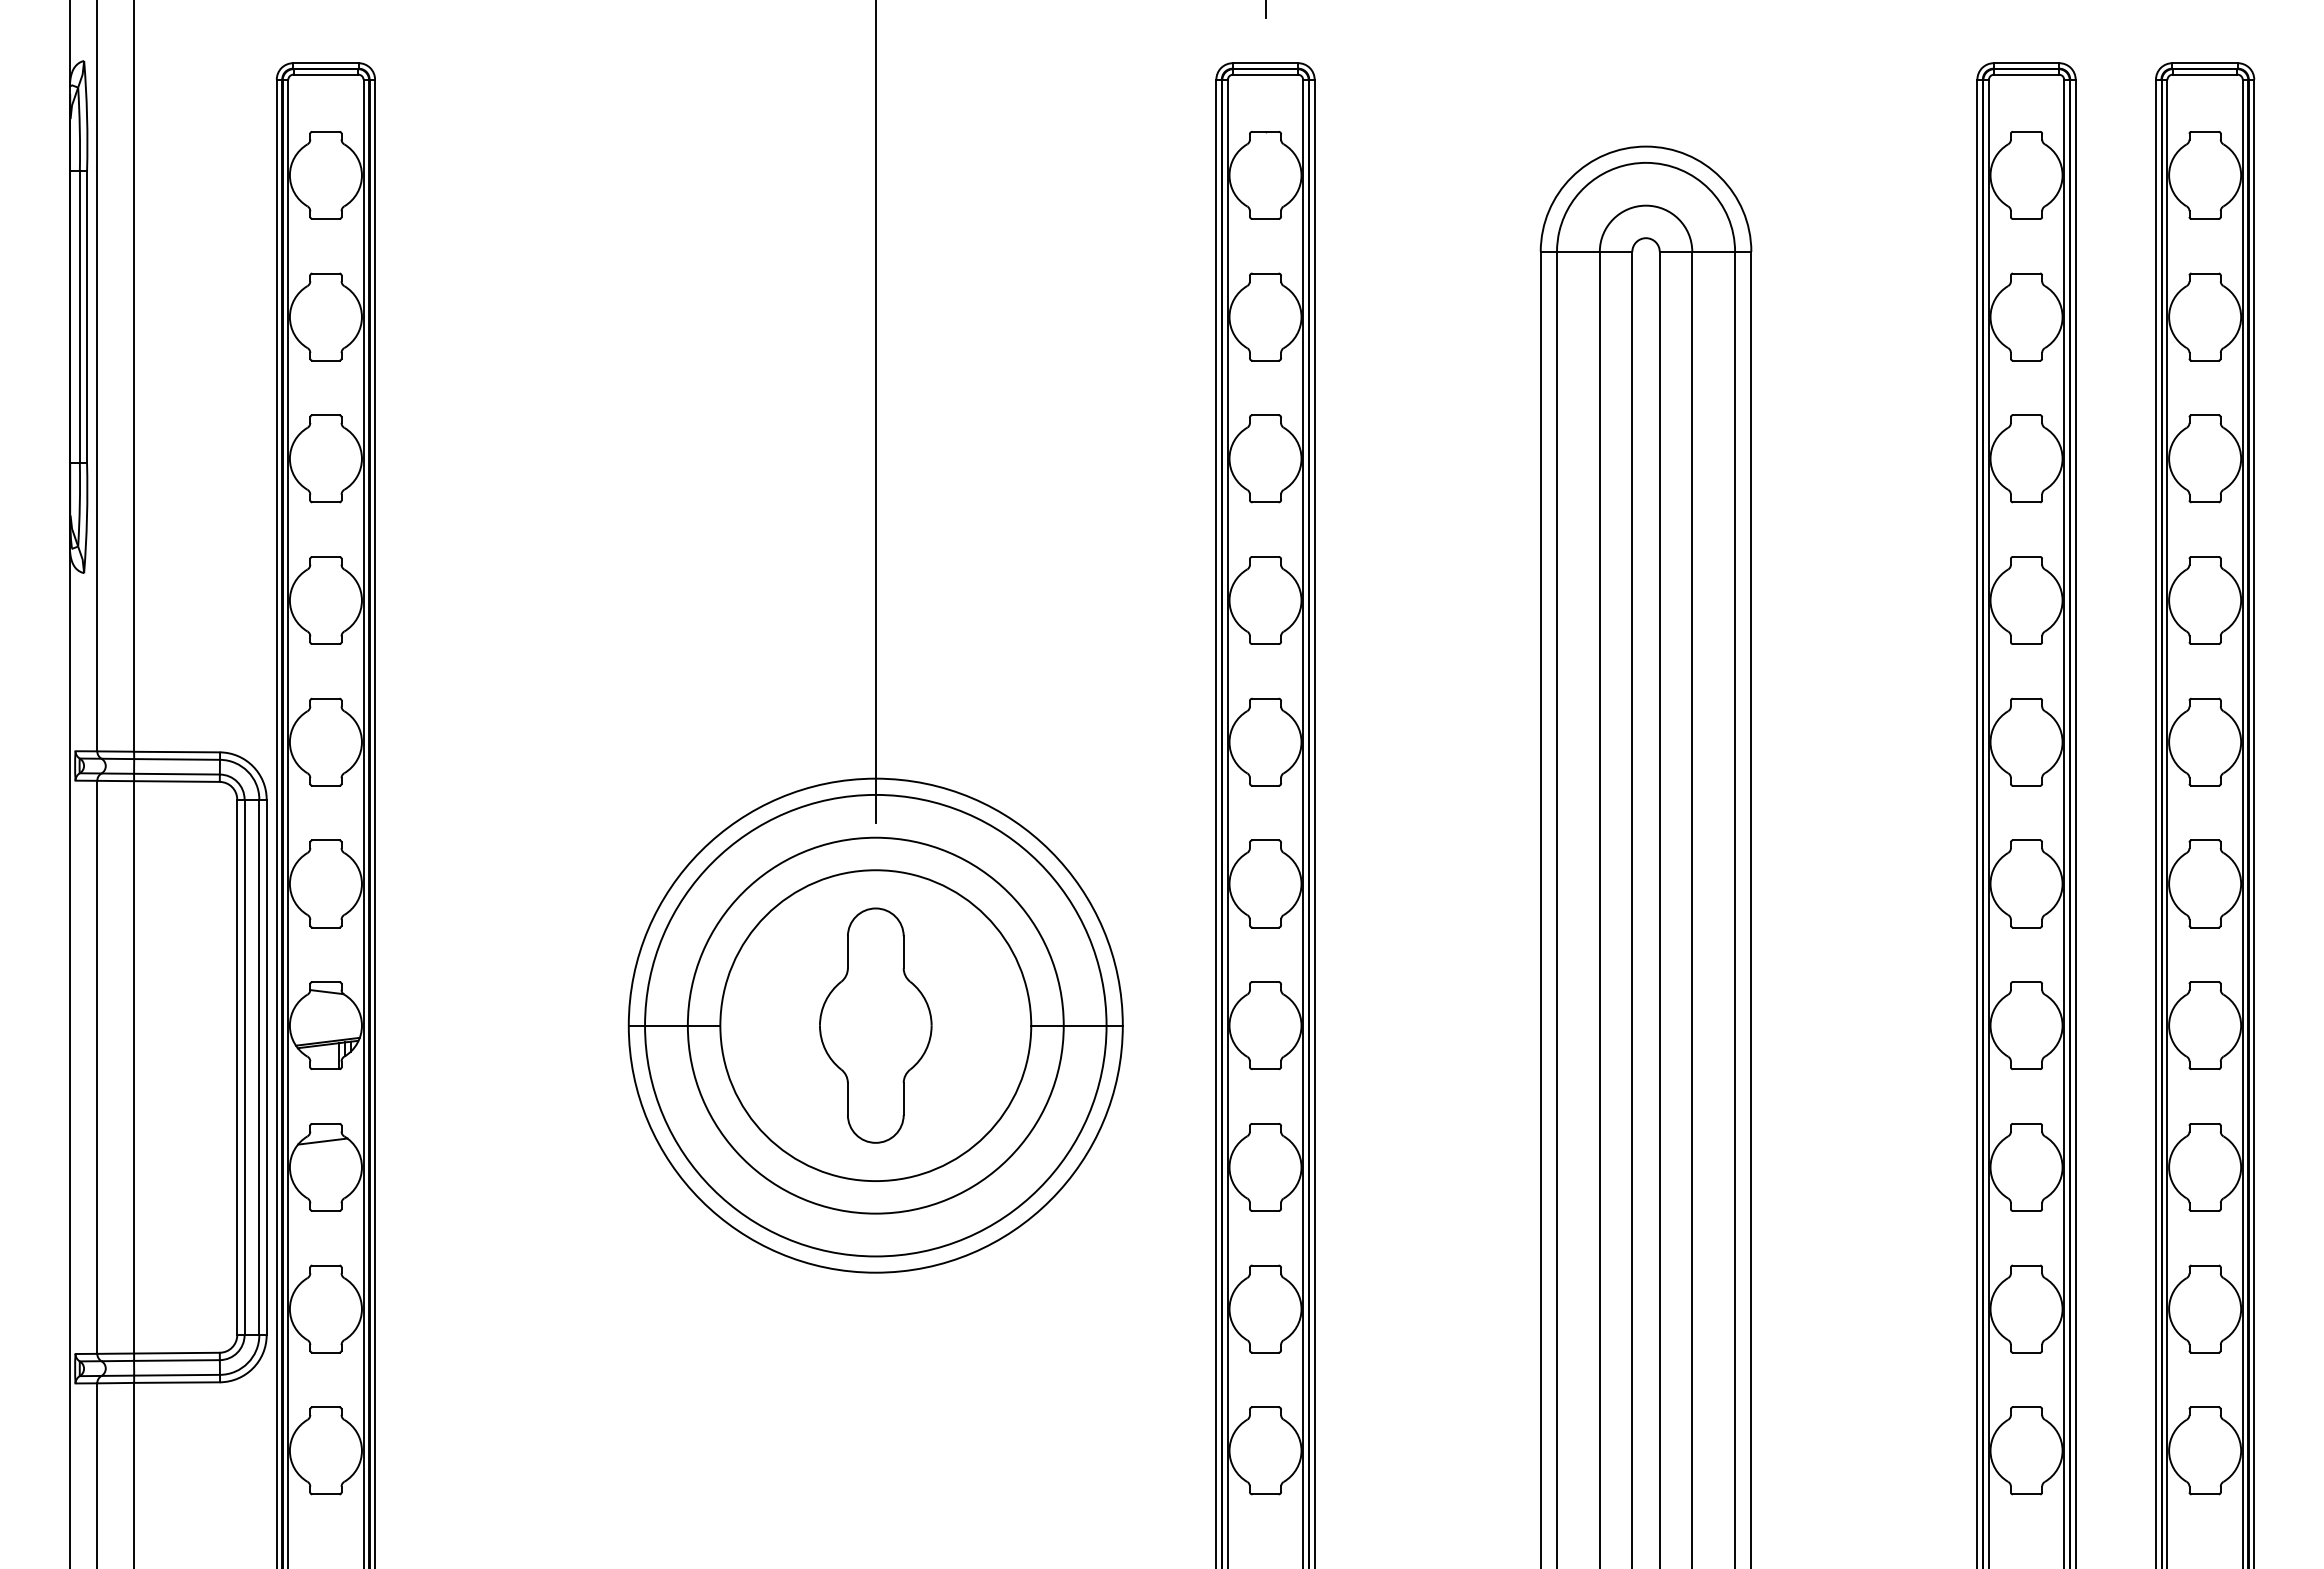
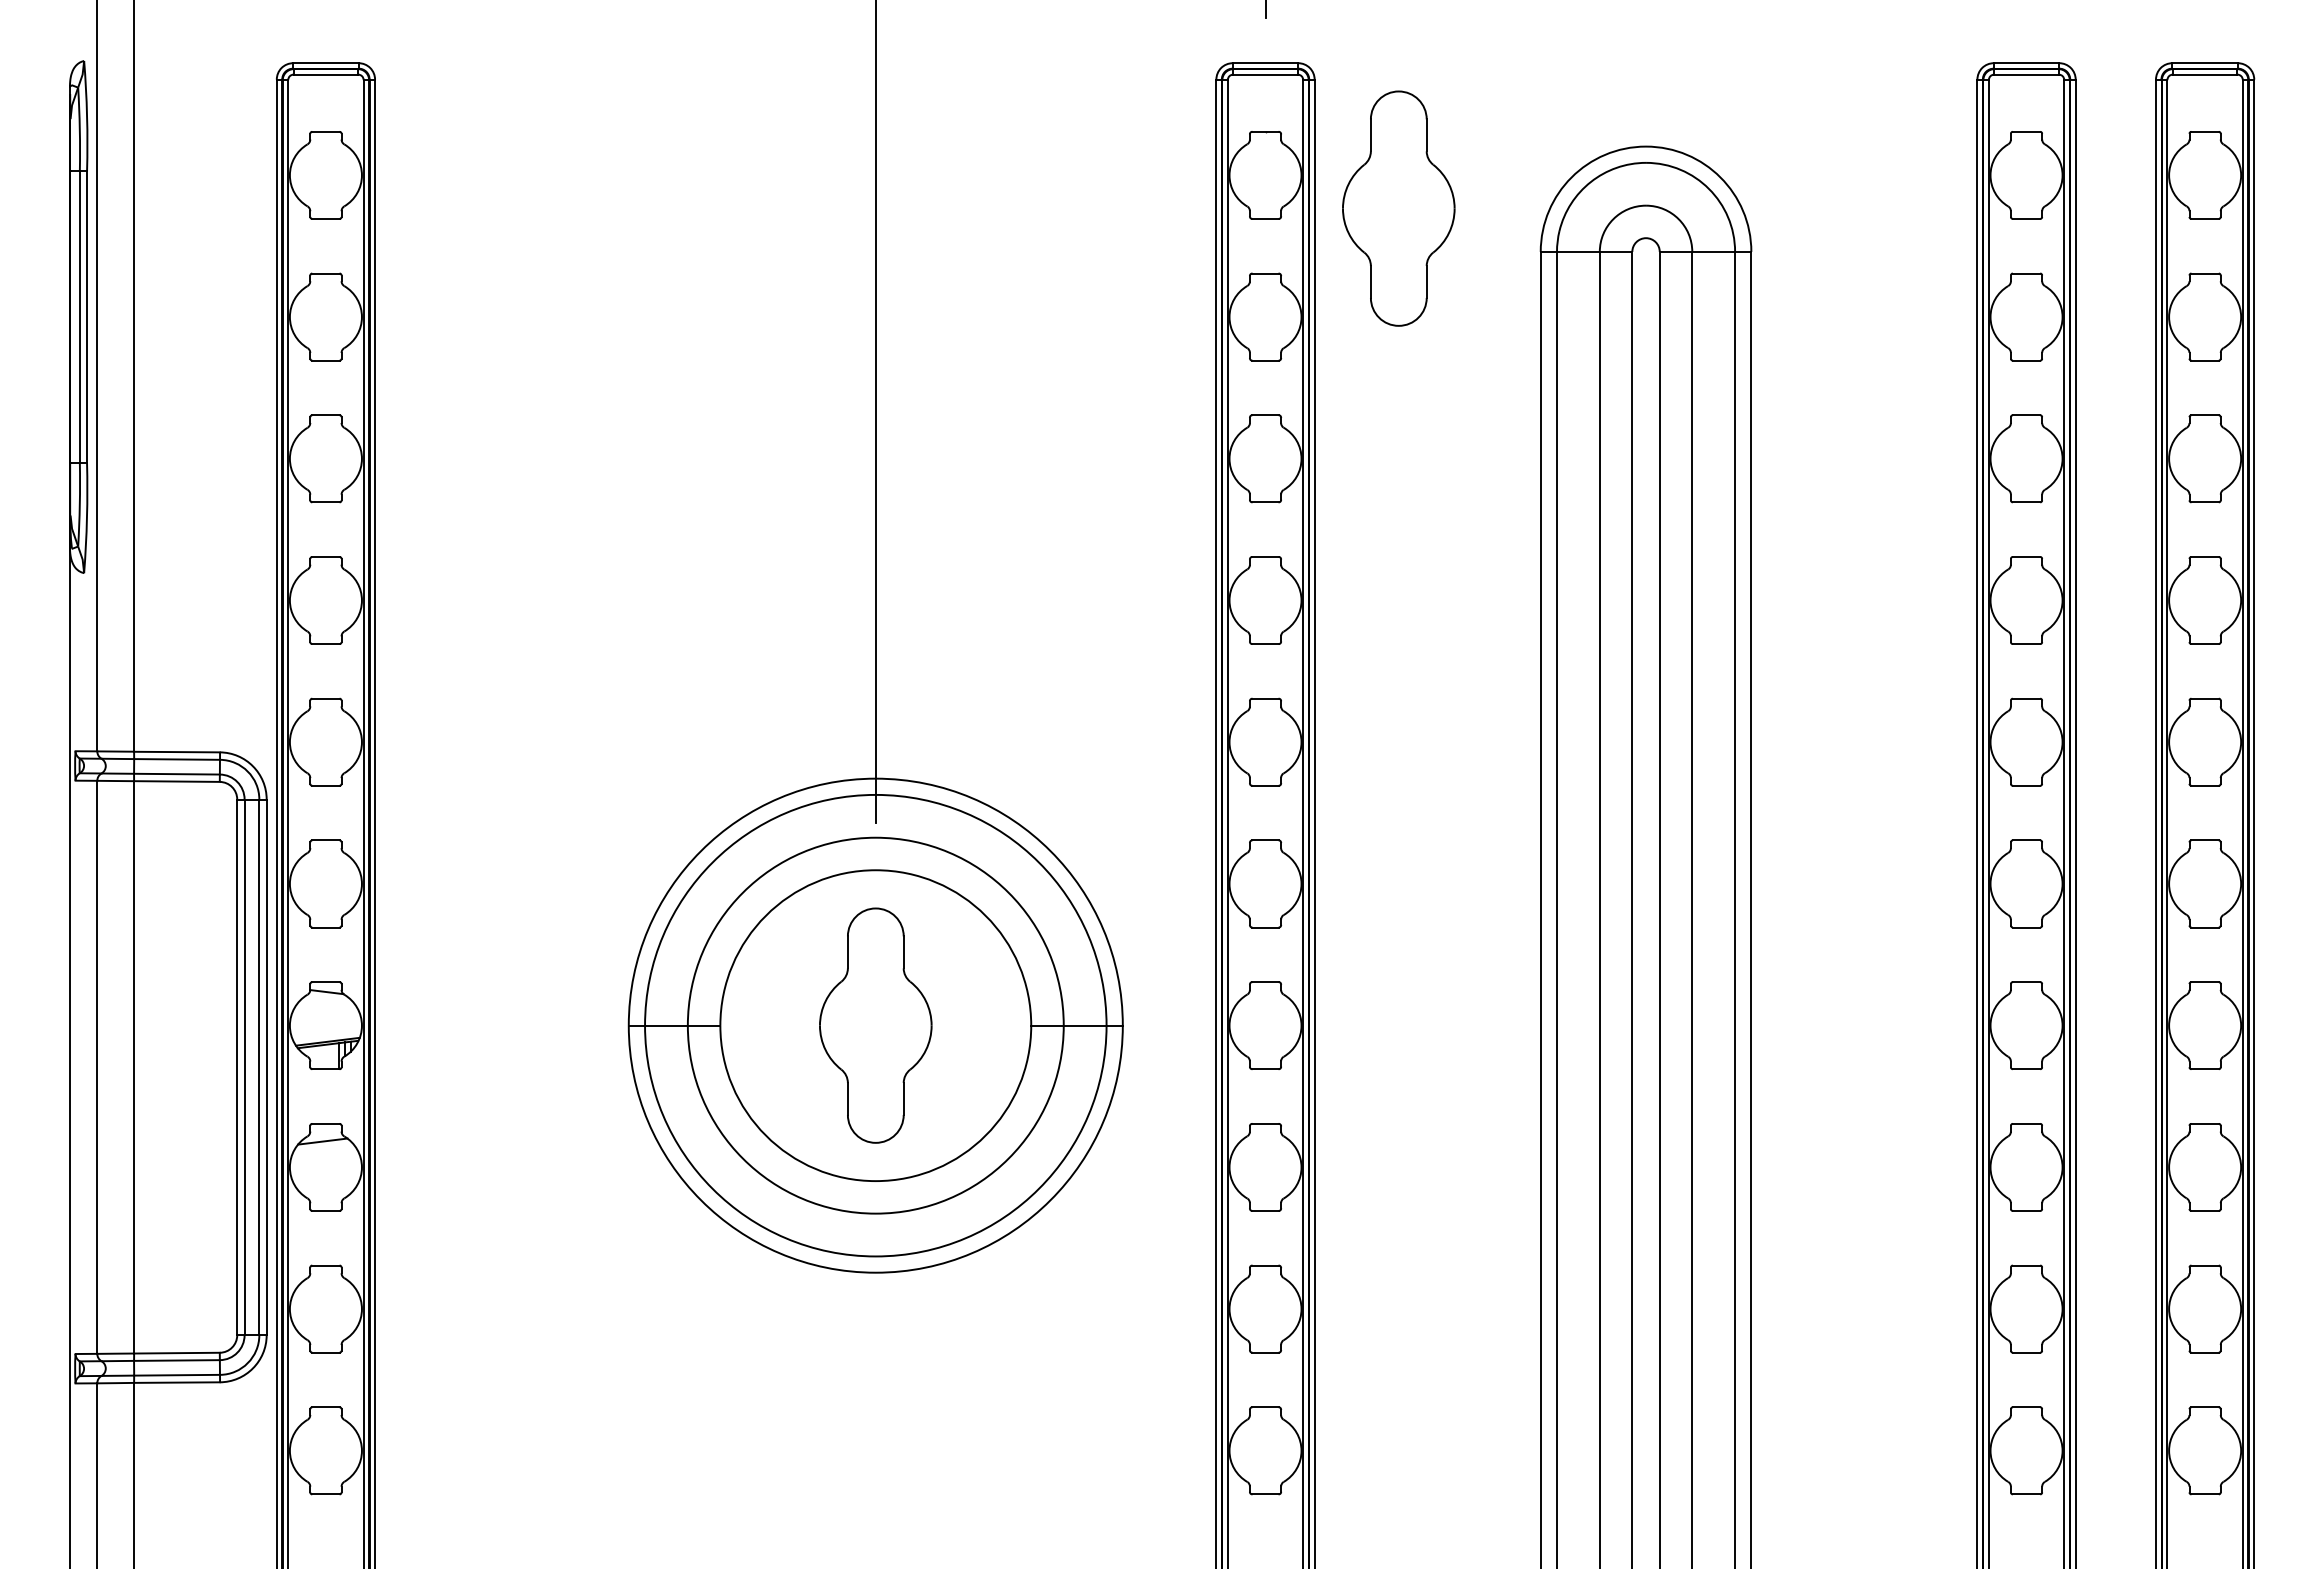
line at (69, 43): present -> none
part at (1398, 208): none -> present
